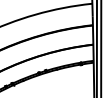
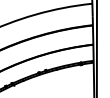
line at (101, 48): present -> none
